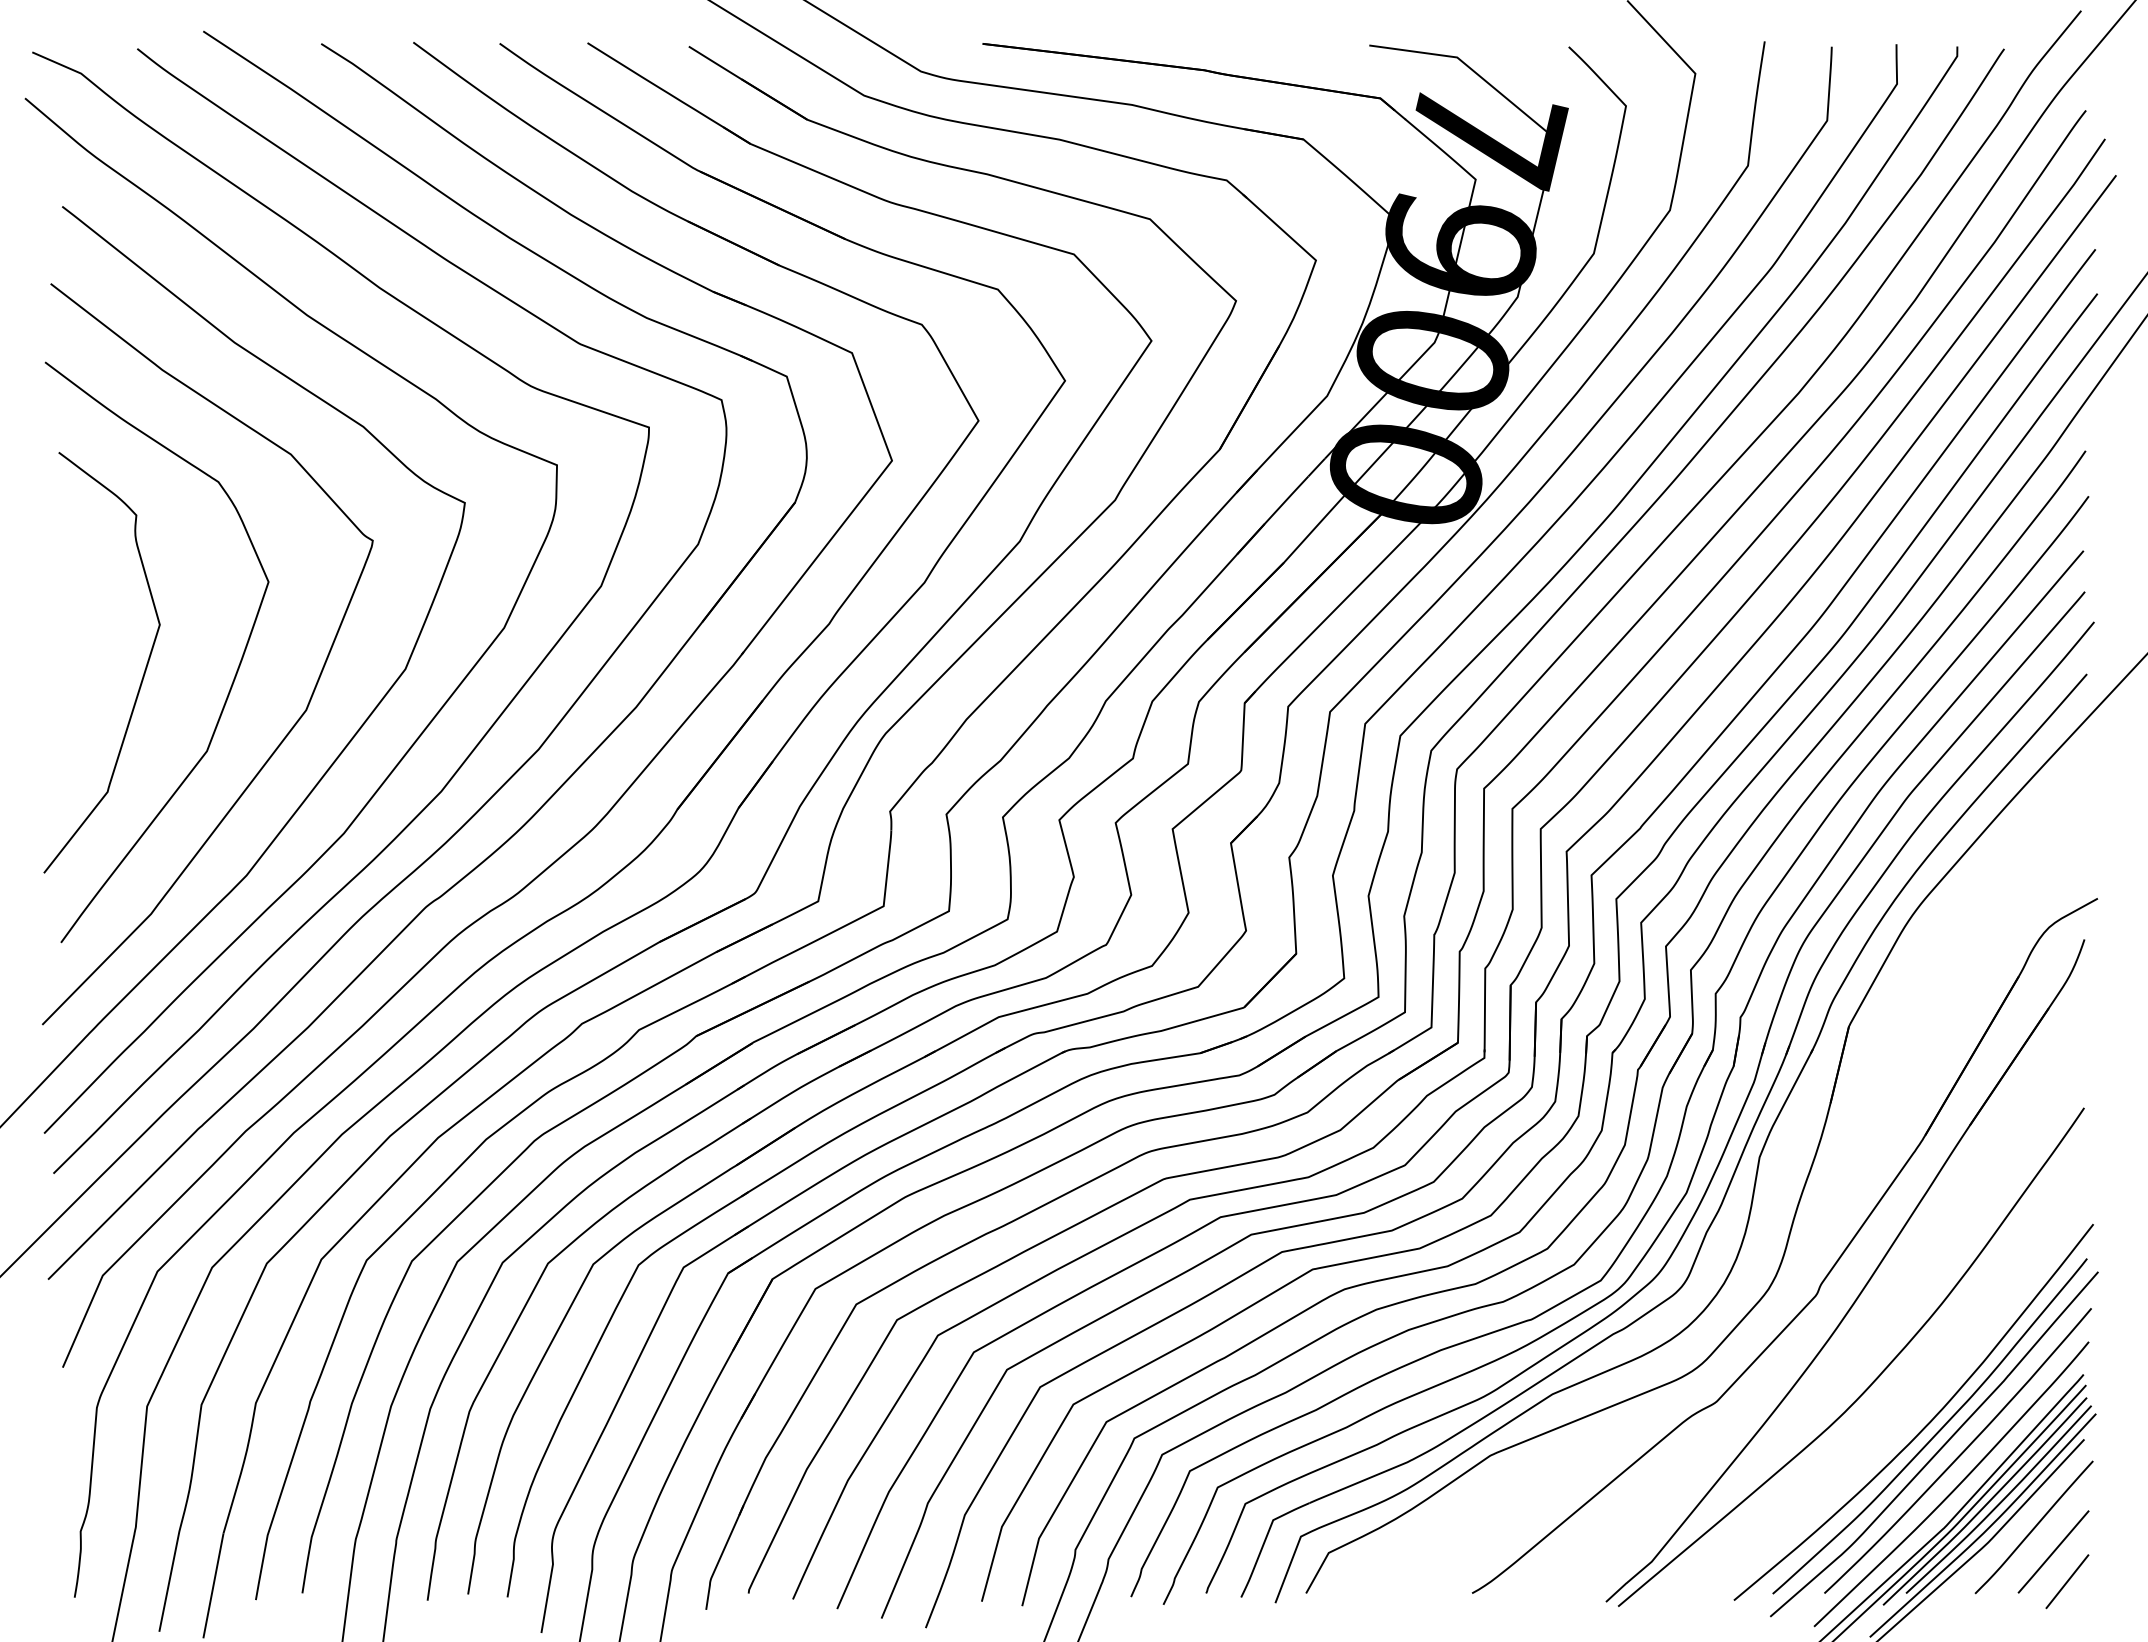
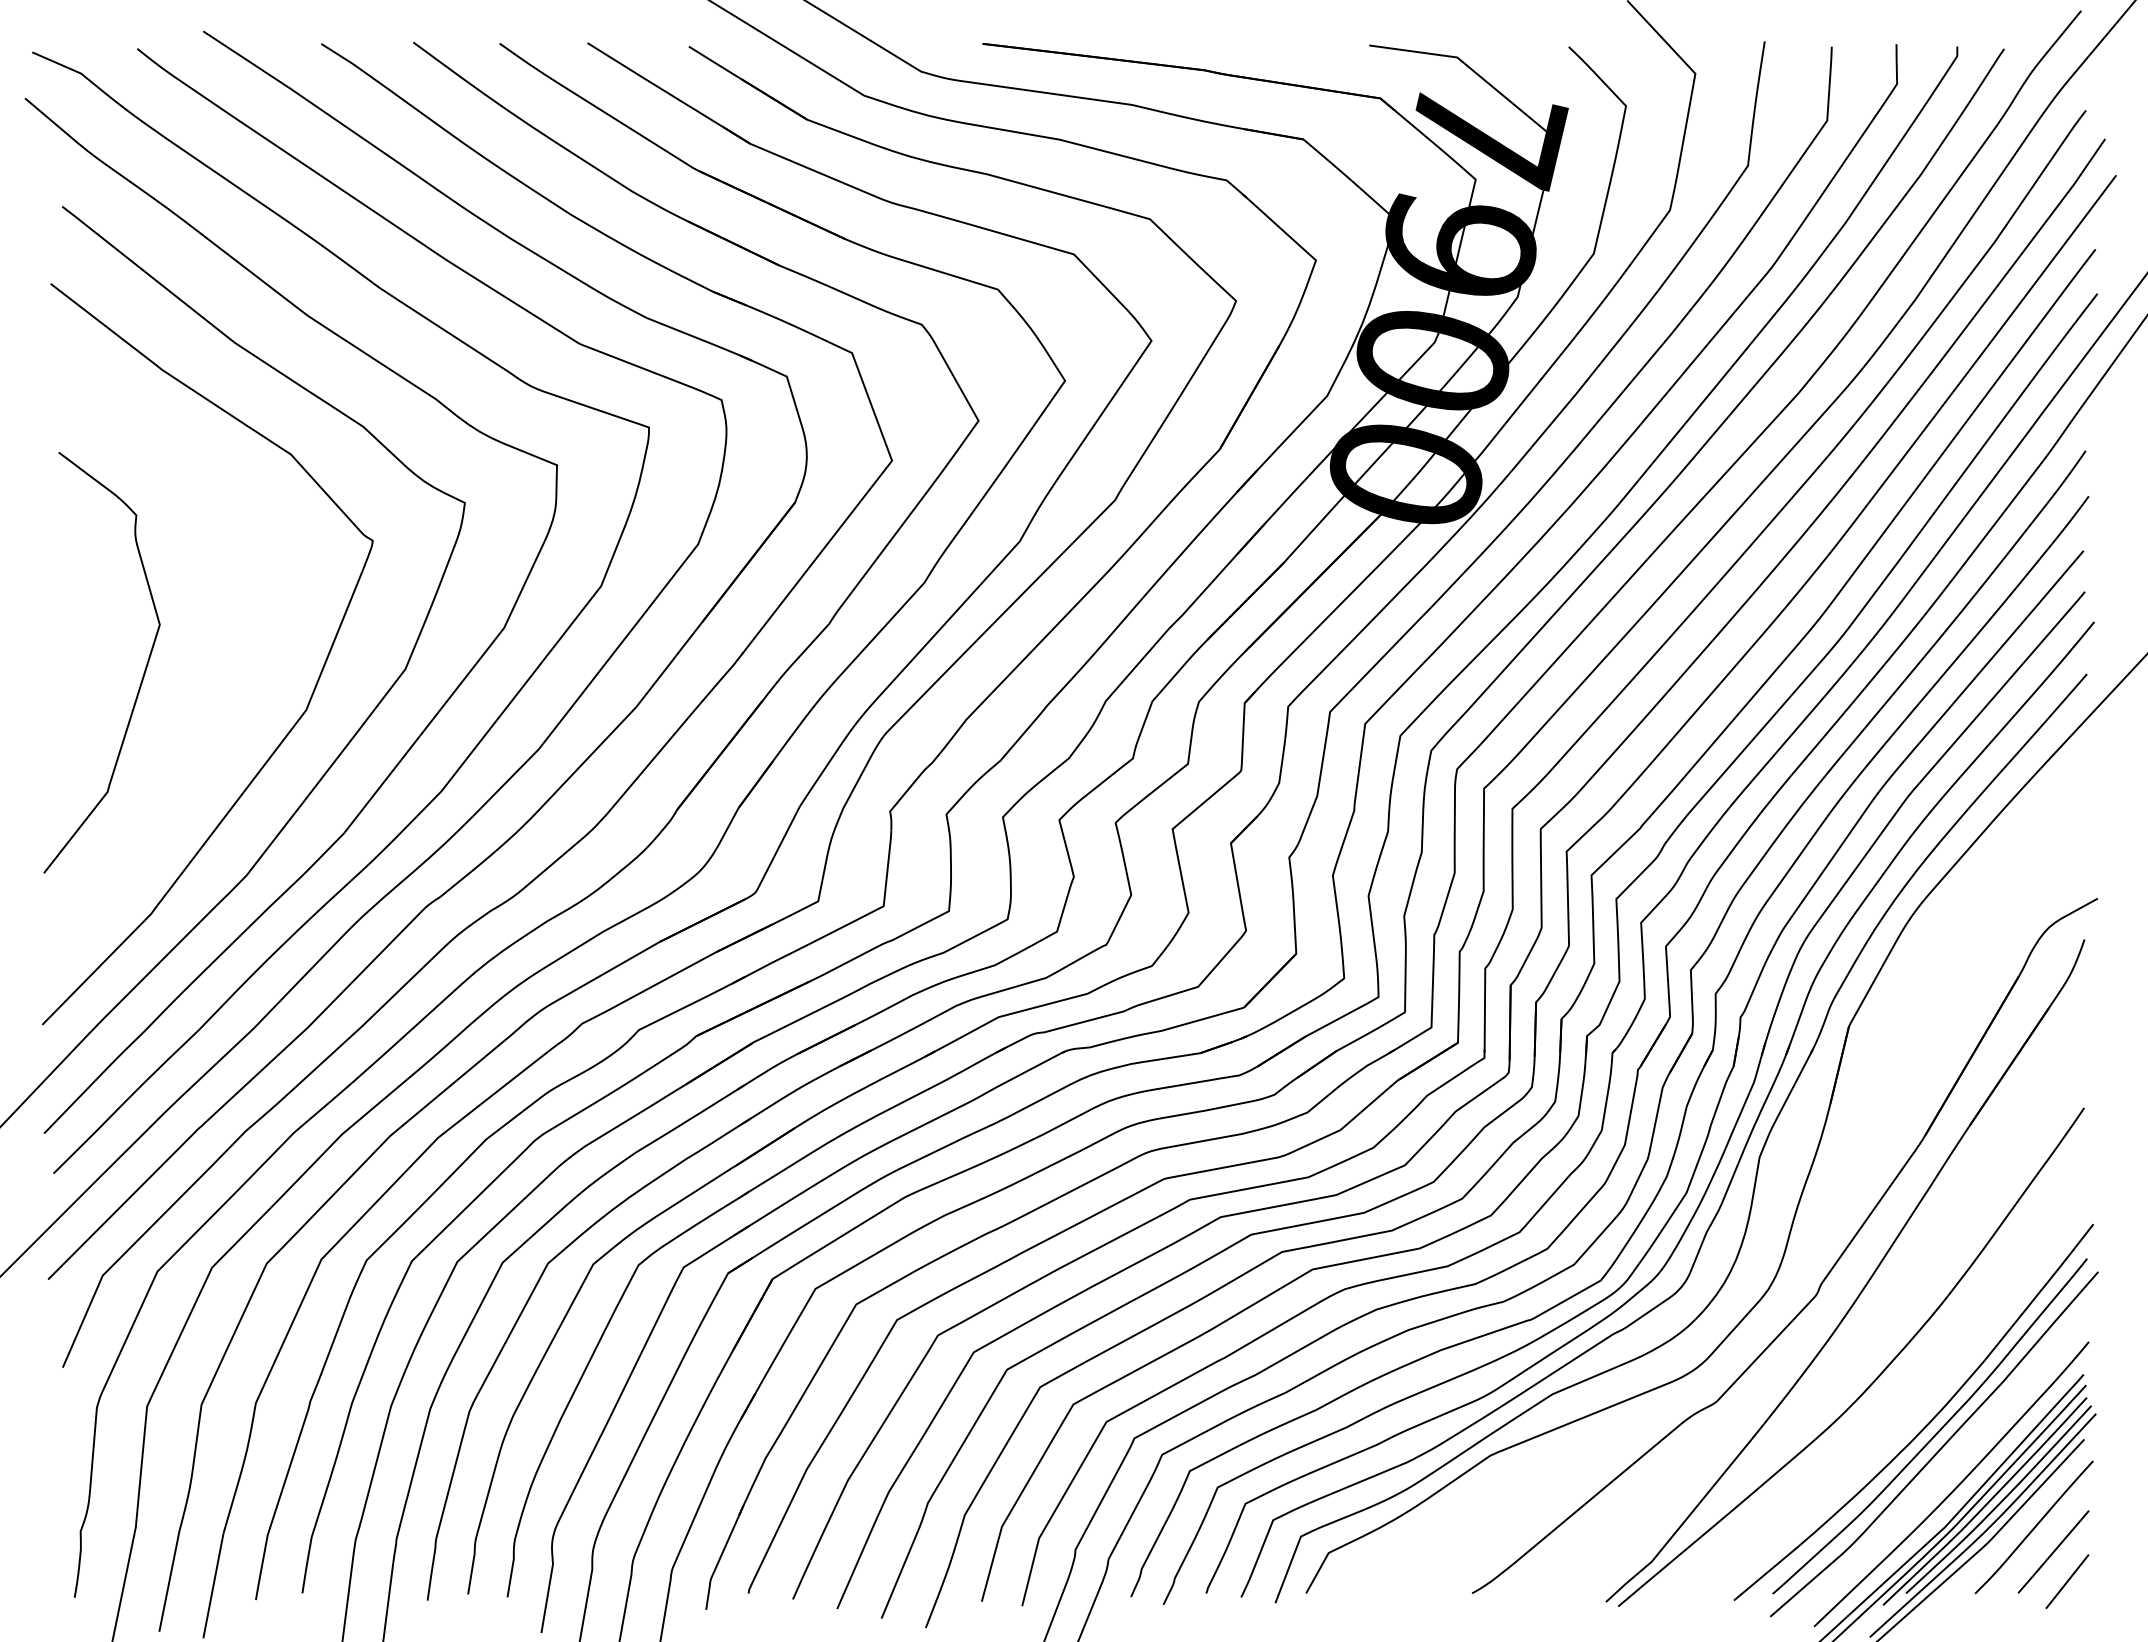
curve at (231, 683): present -> none
curve at (1960, 1453): present -> none
